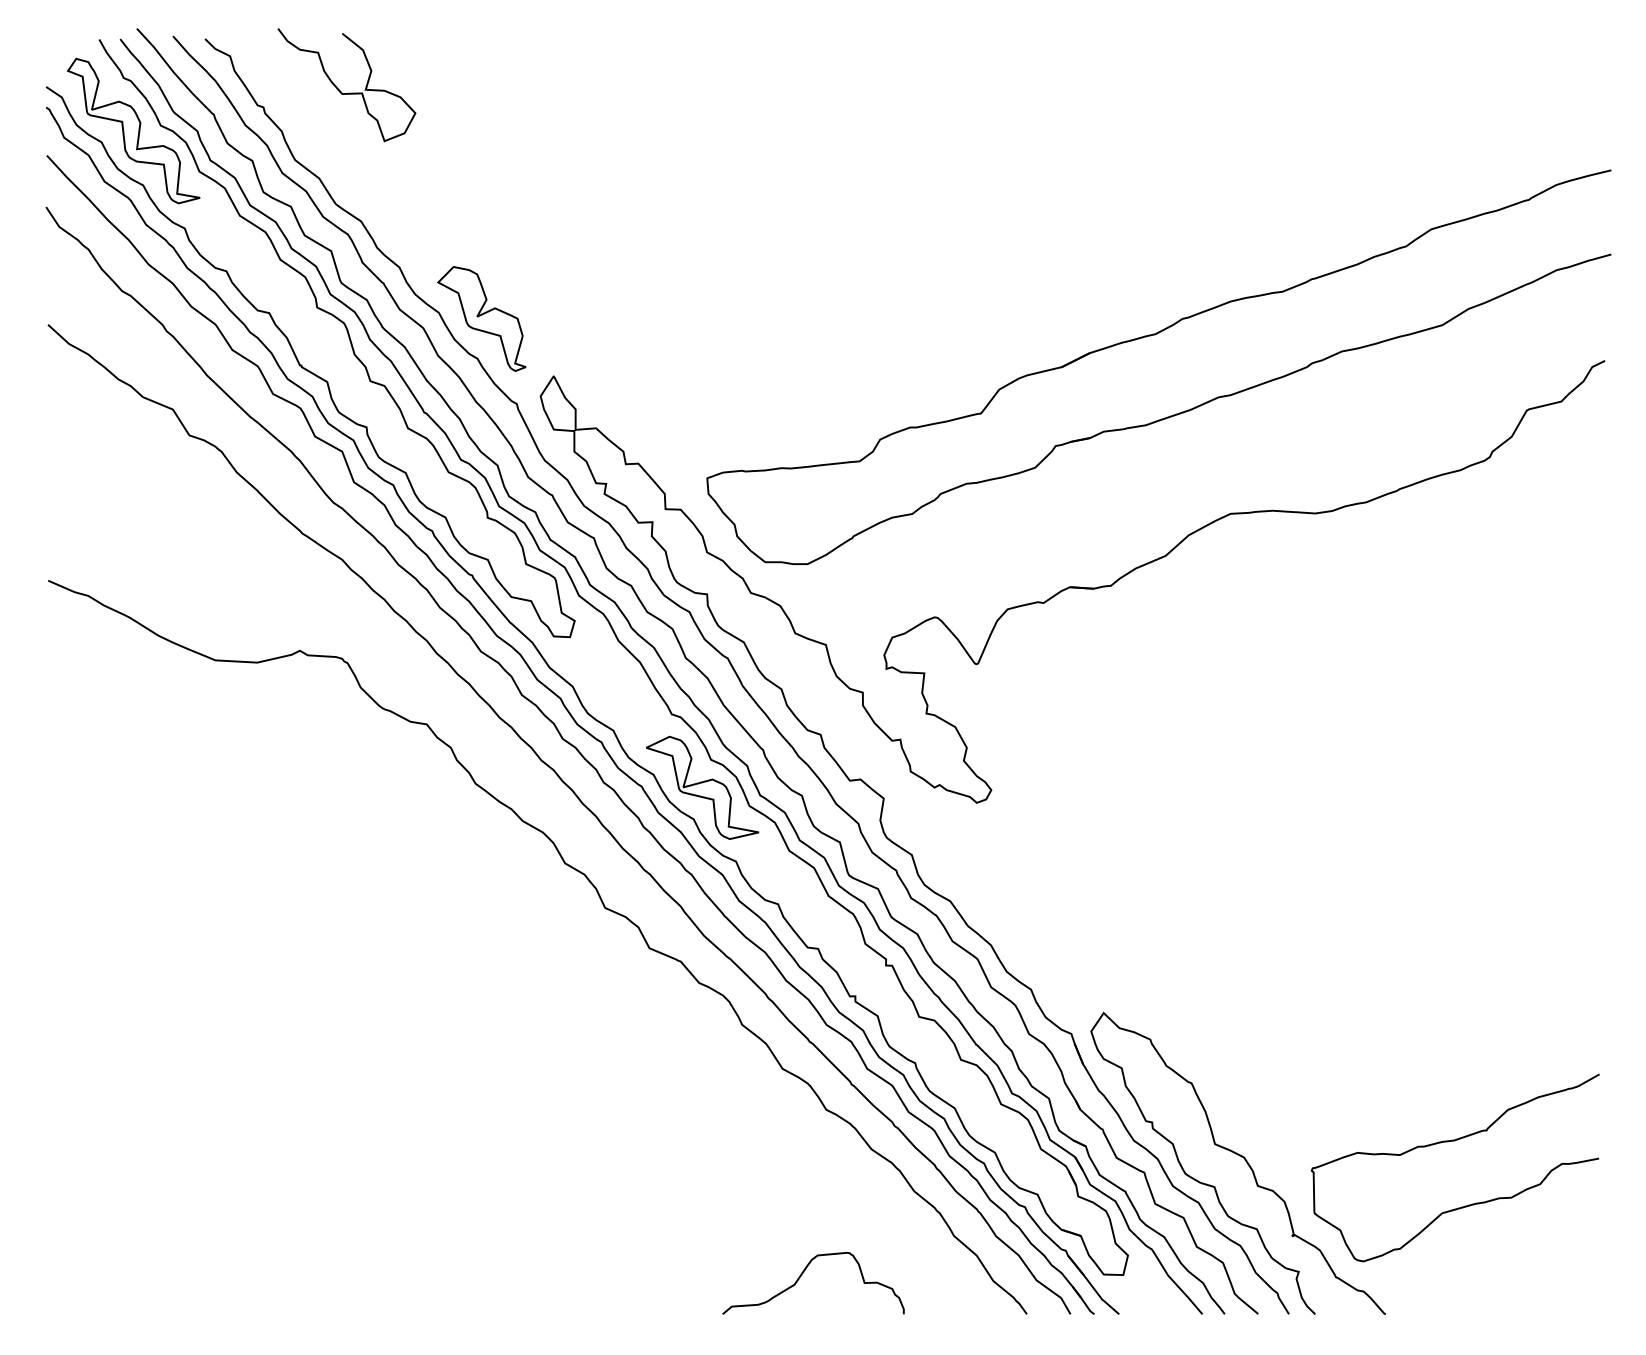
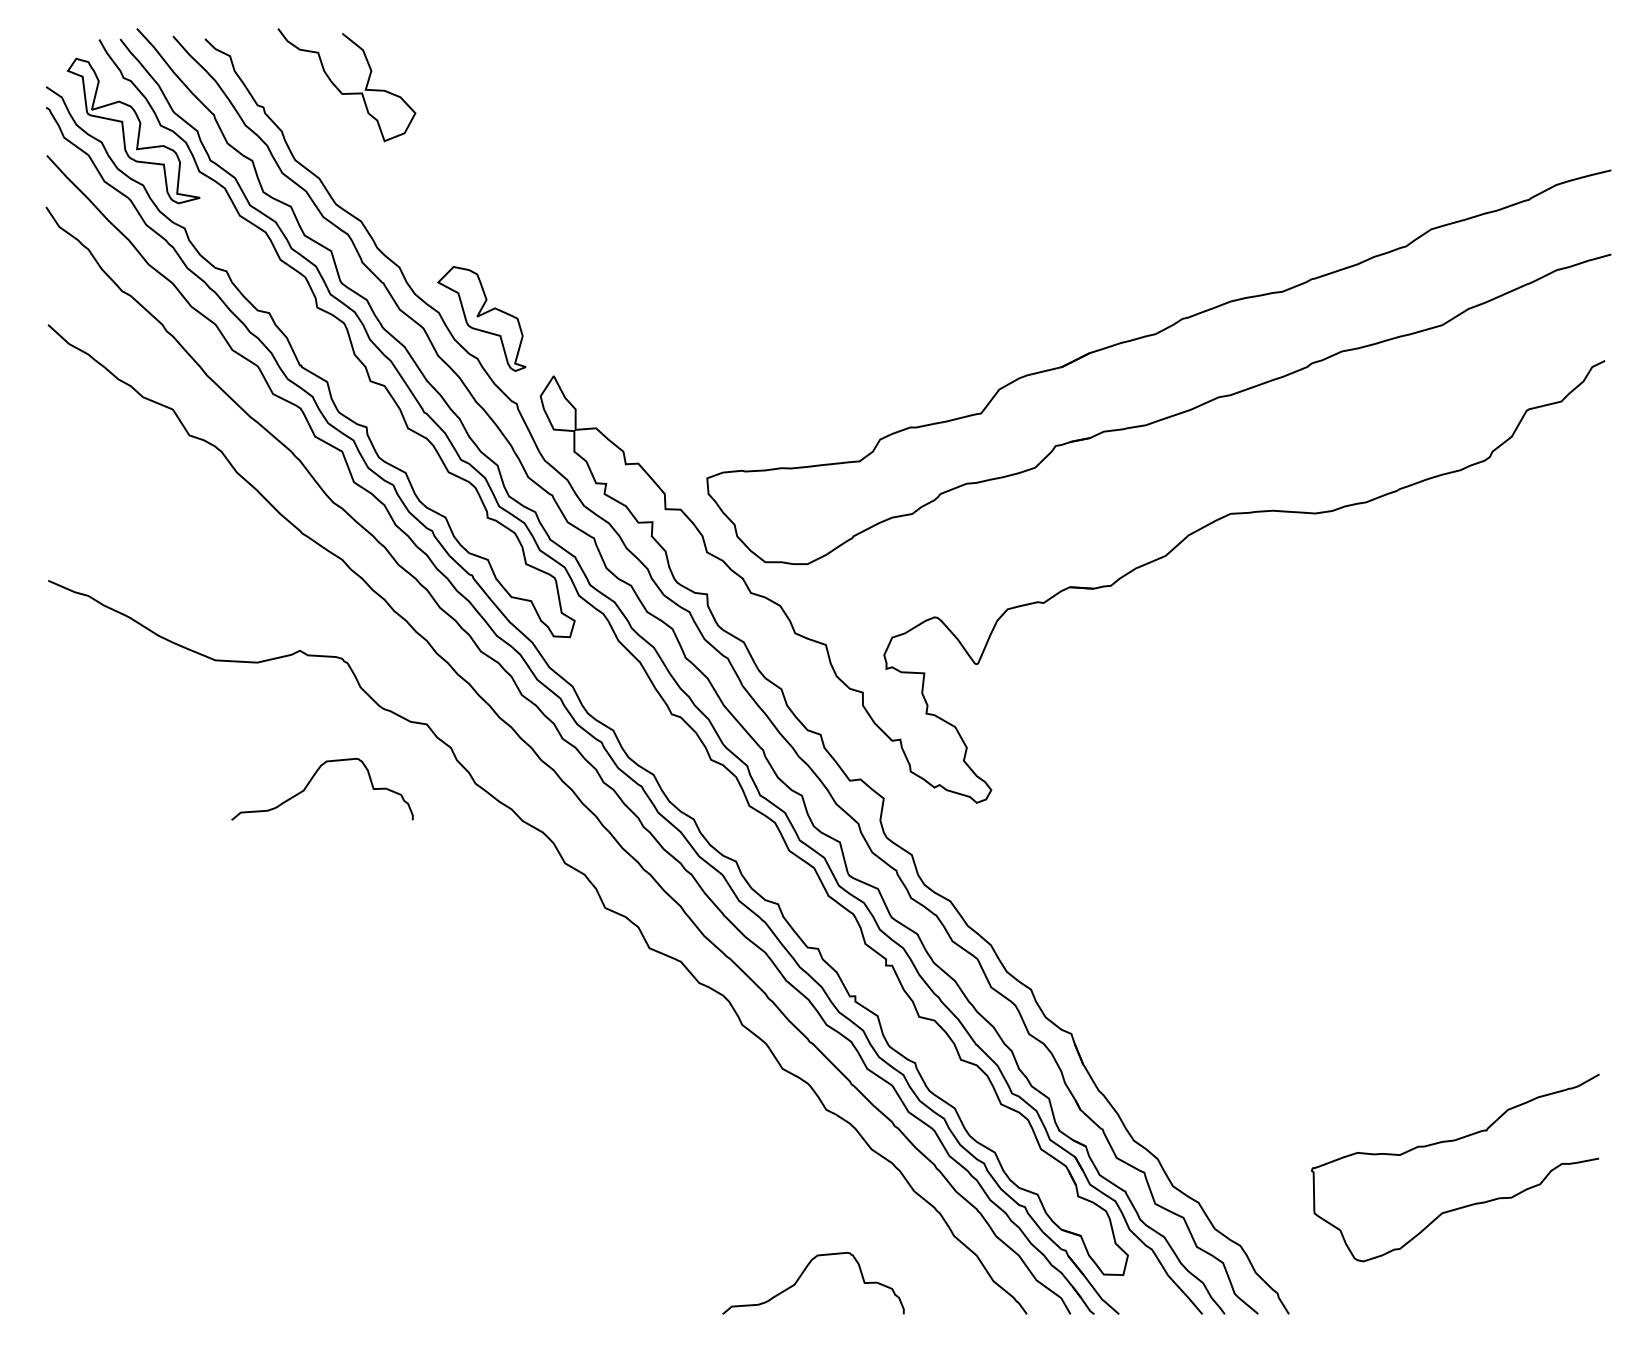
curve at (310, 782): none -> present
part at (702, 787): present -> none
curve at (1239, 1156): present -> none
